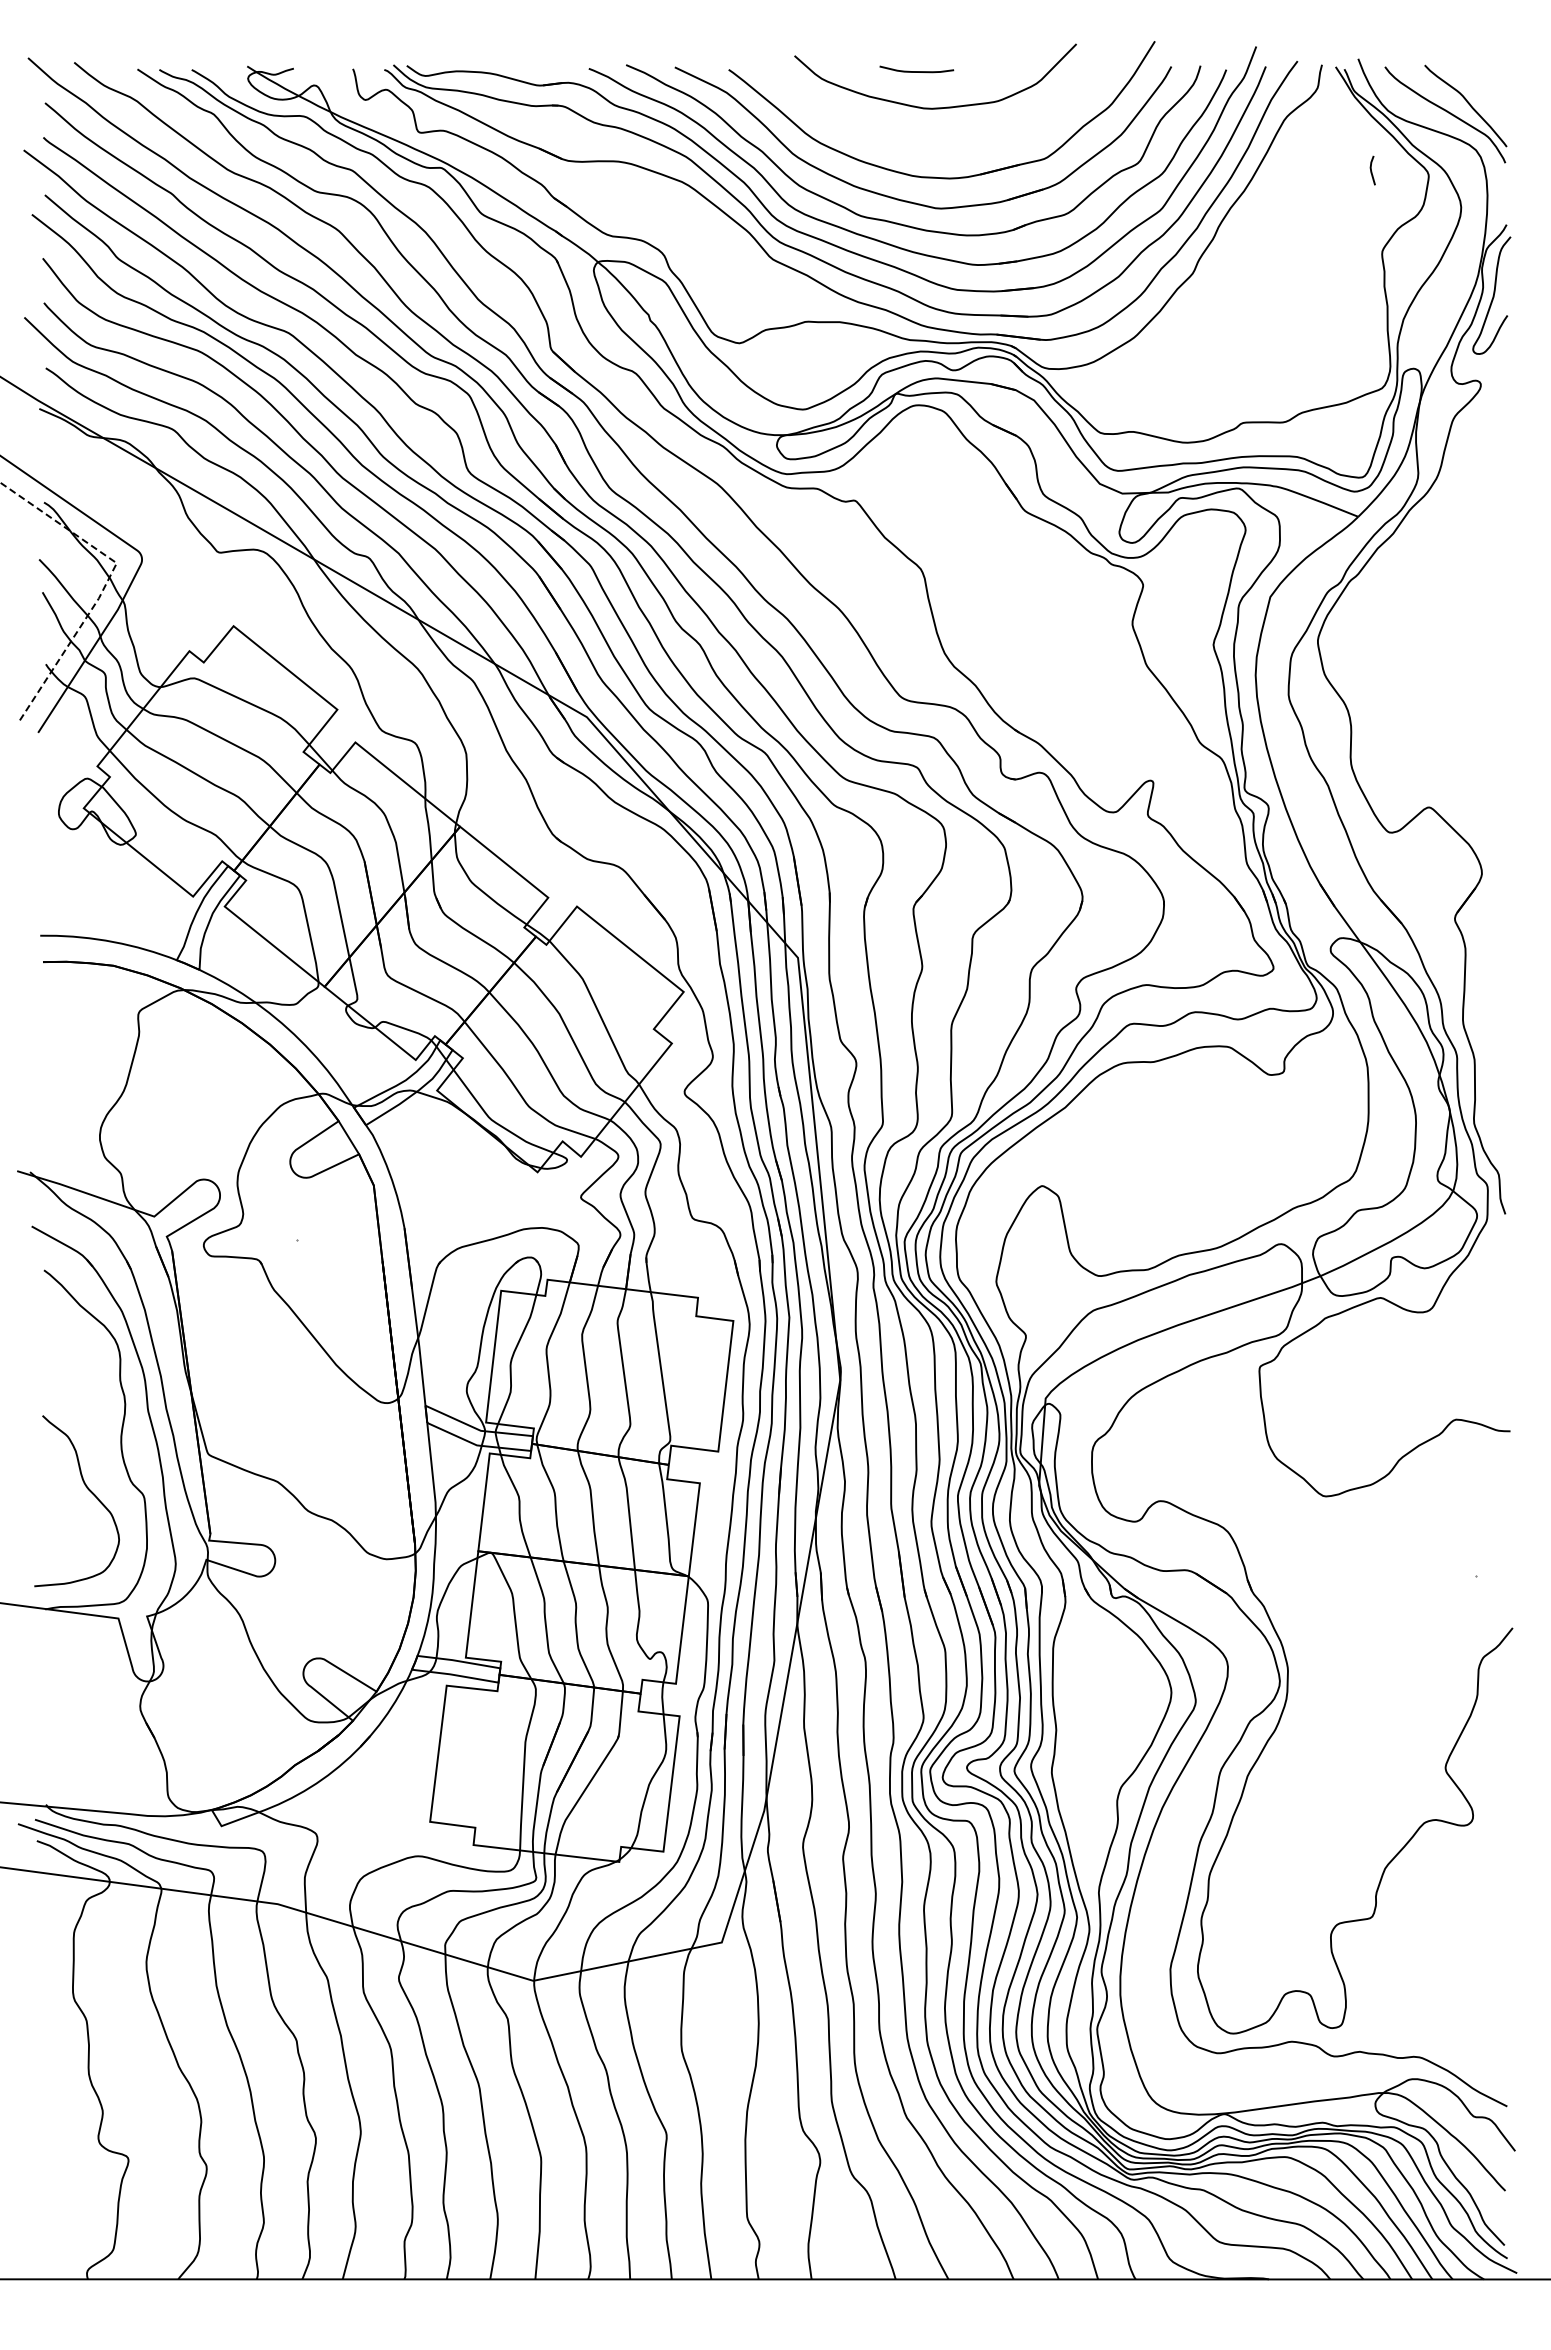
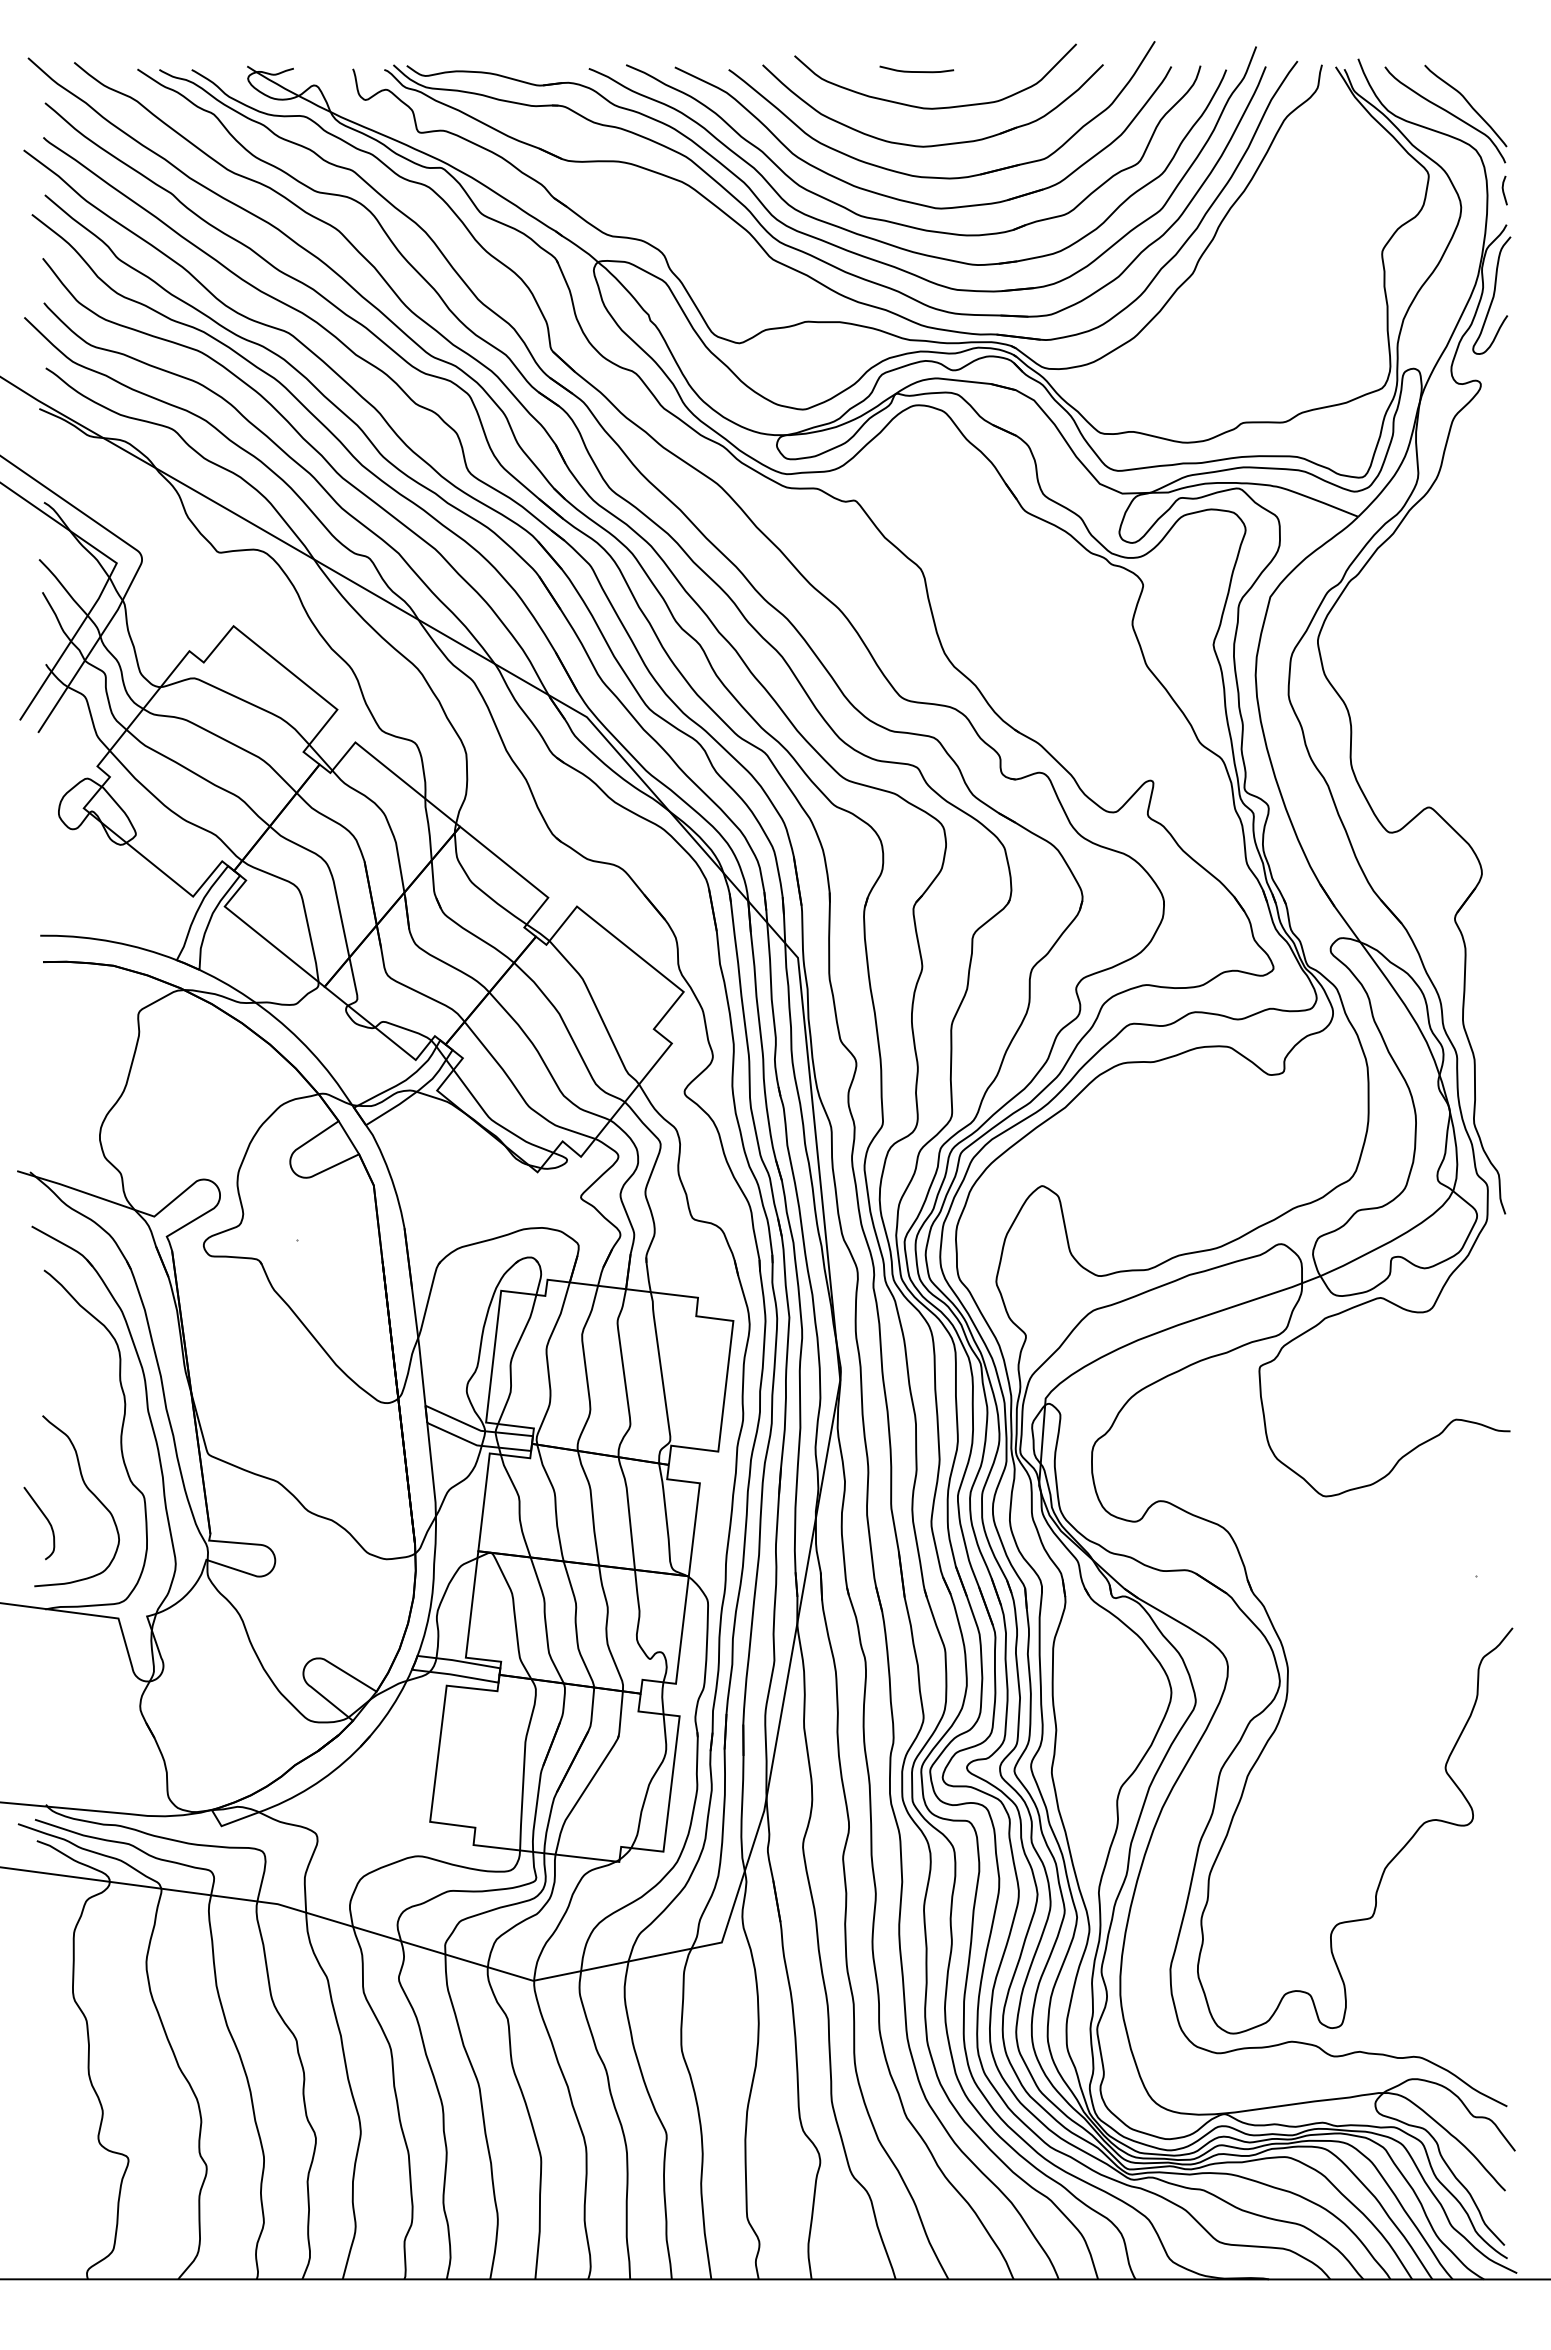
part at (935, 144): none -> present
line at (1371, 170) position: (1371, 170) -> (1503, 190)
line at (106, 582): dashed -> solid
curve at (44, 1517): none -> present
